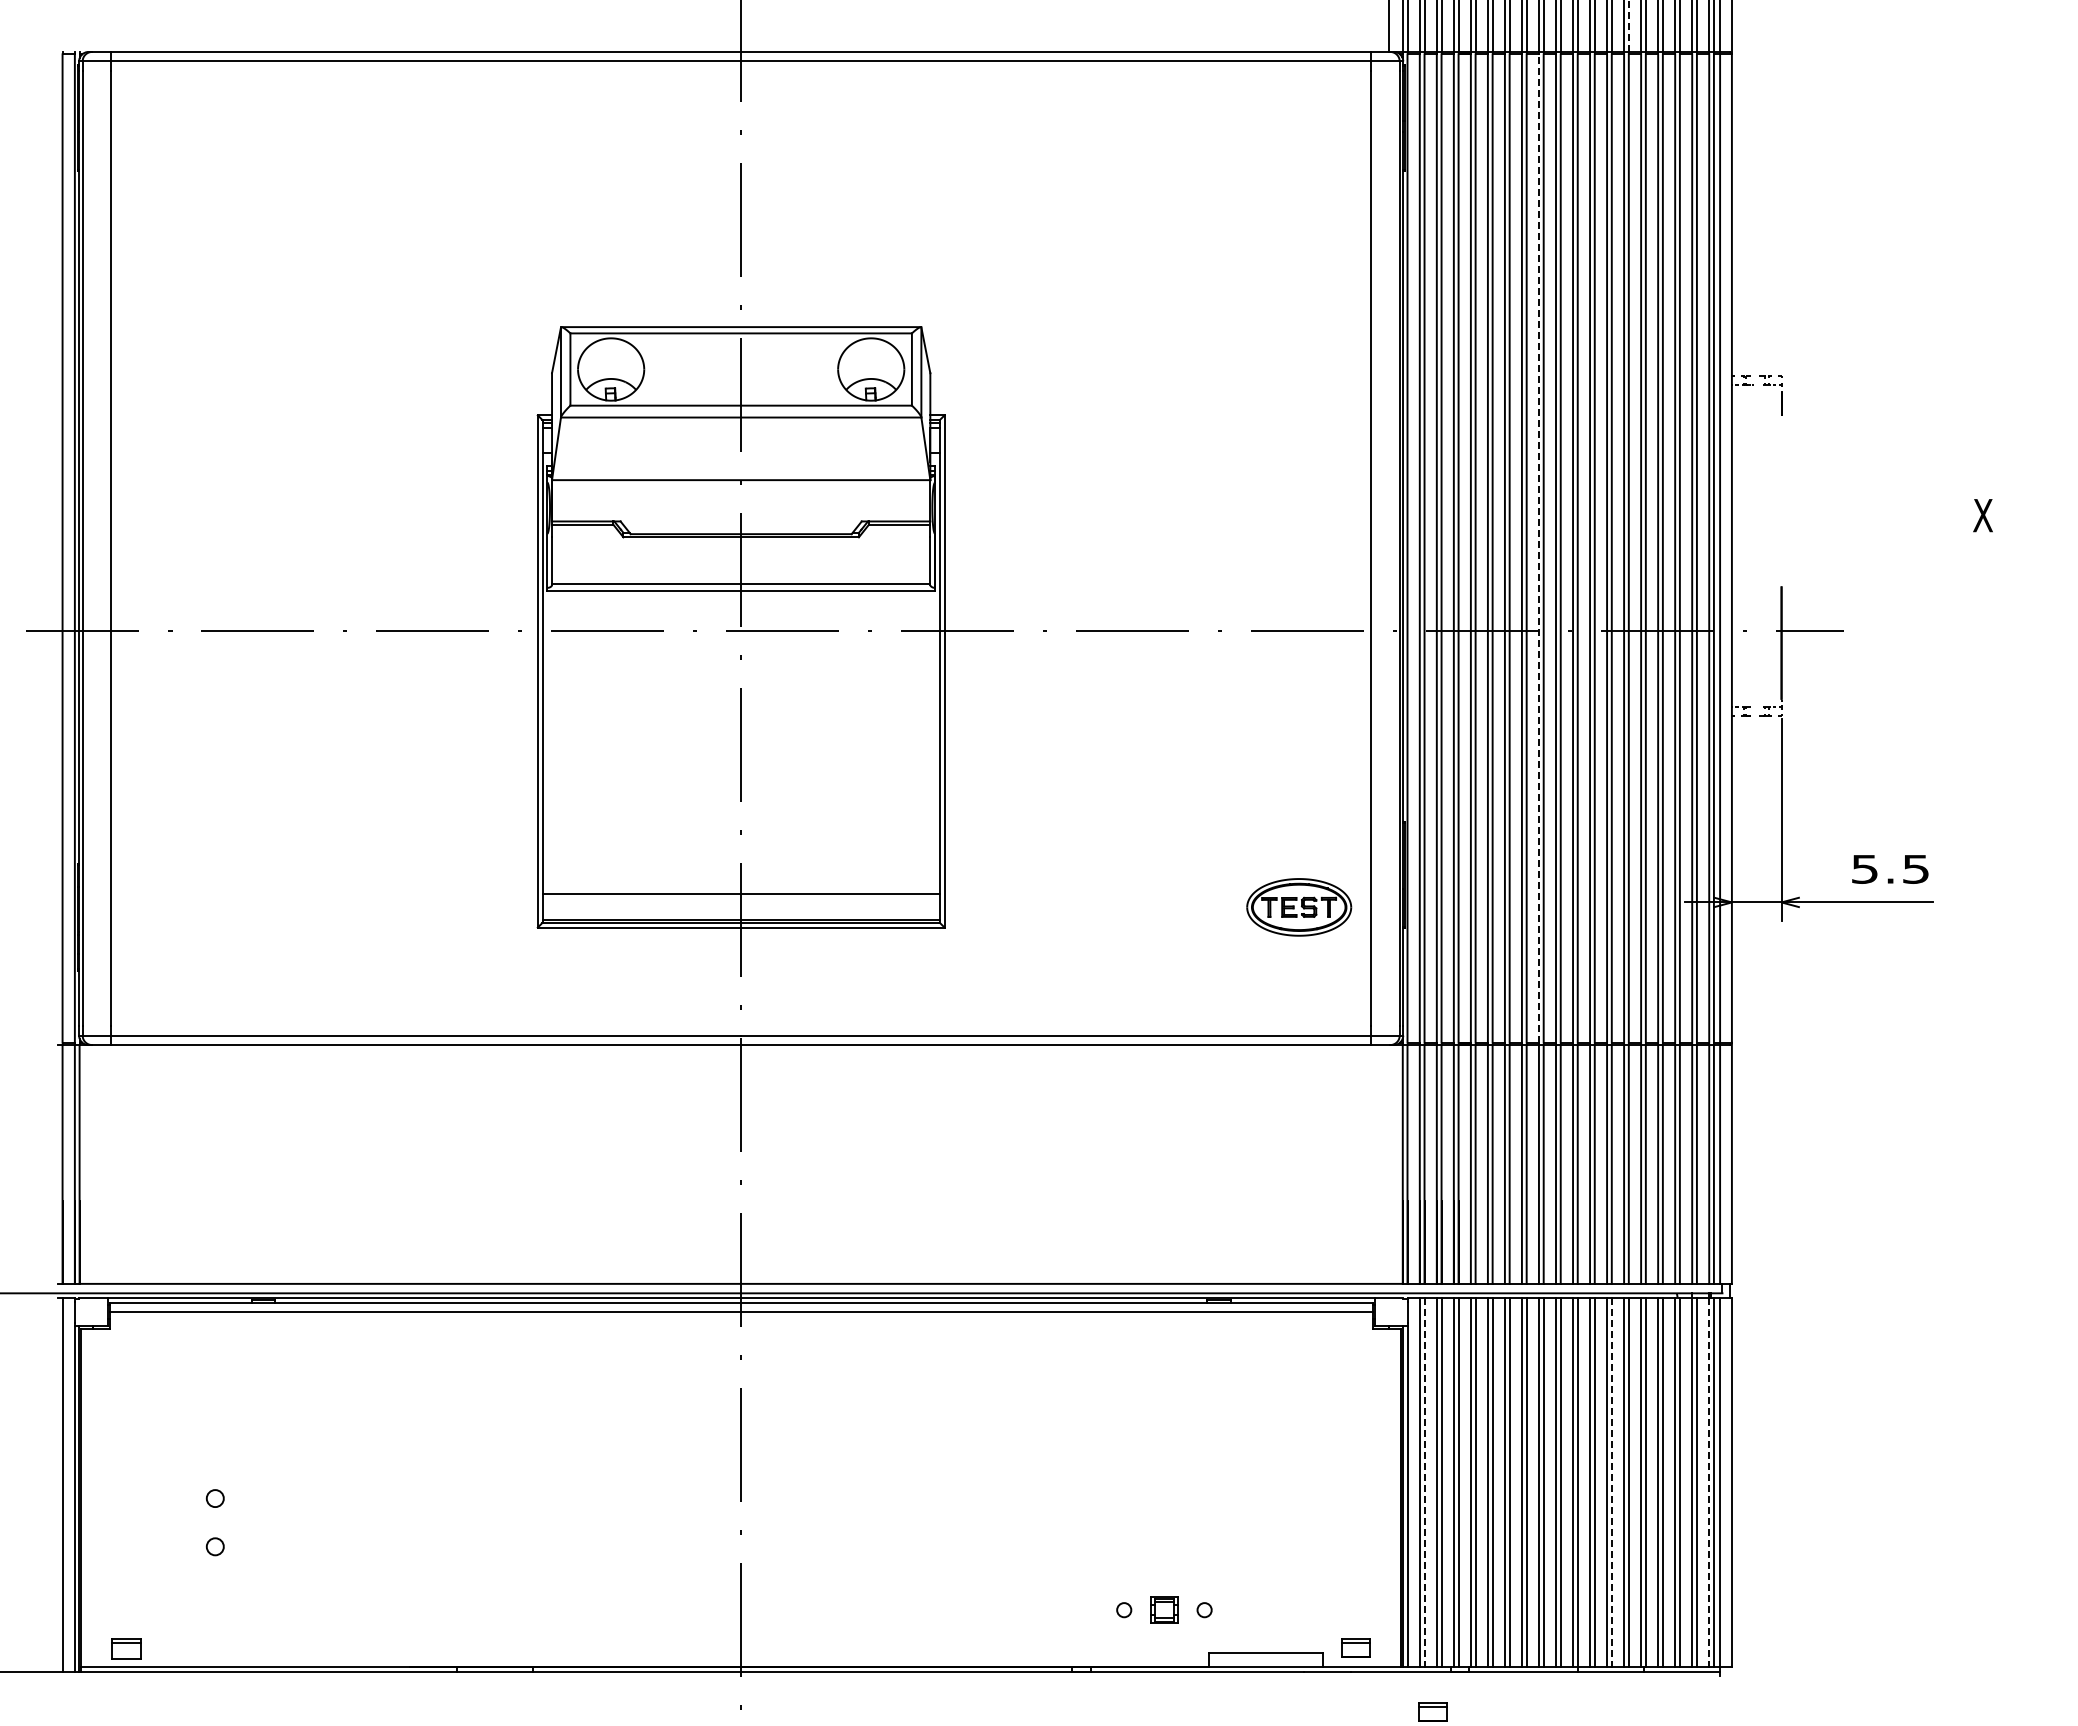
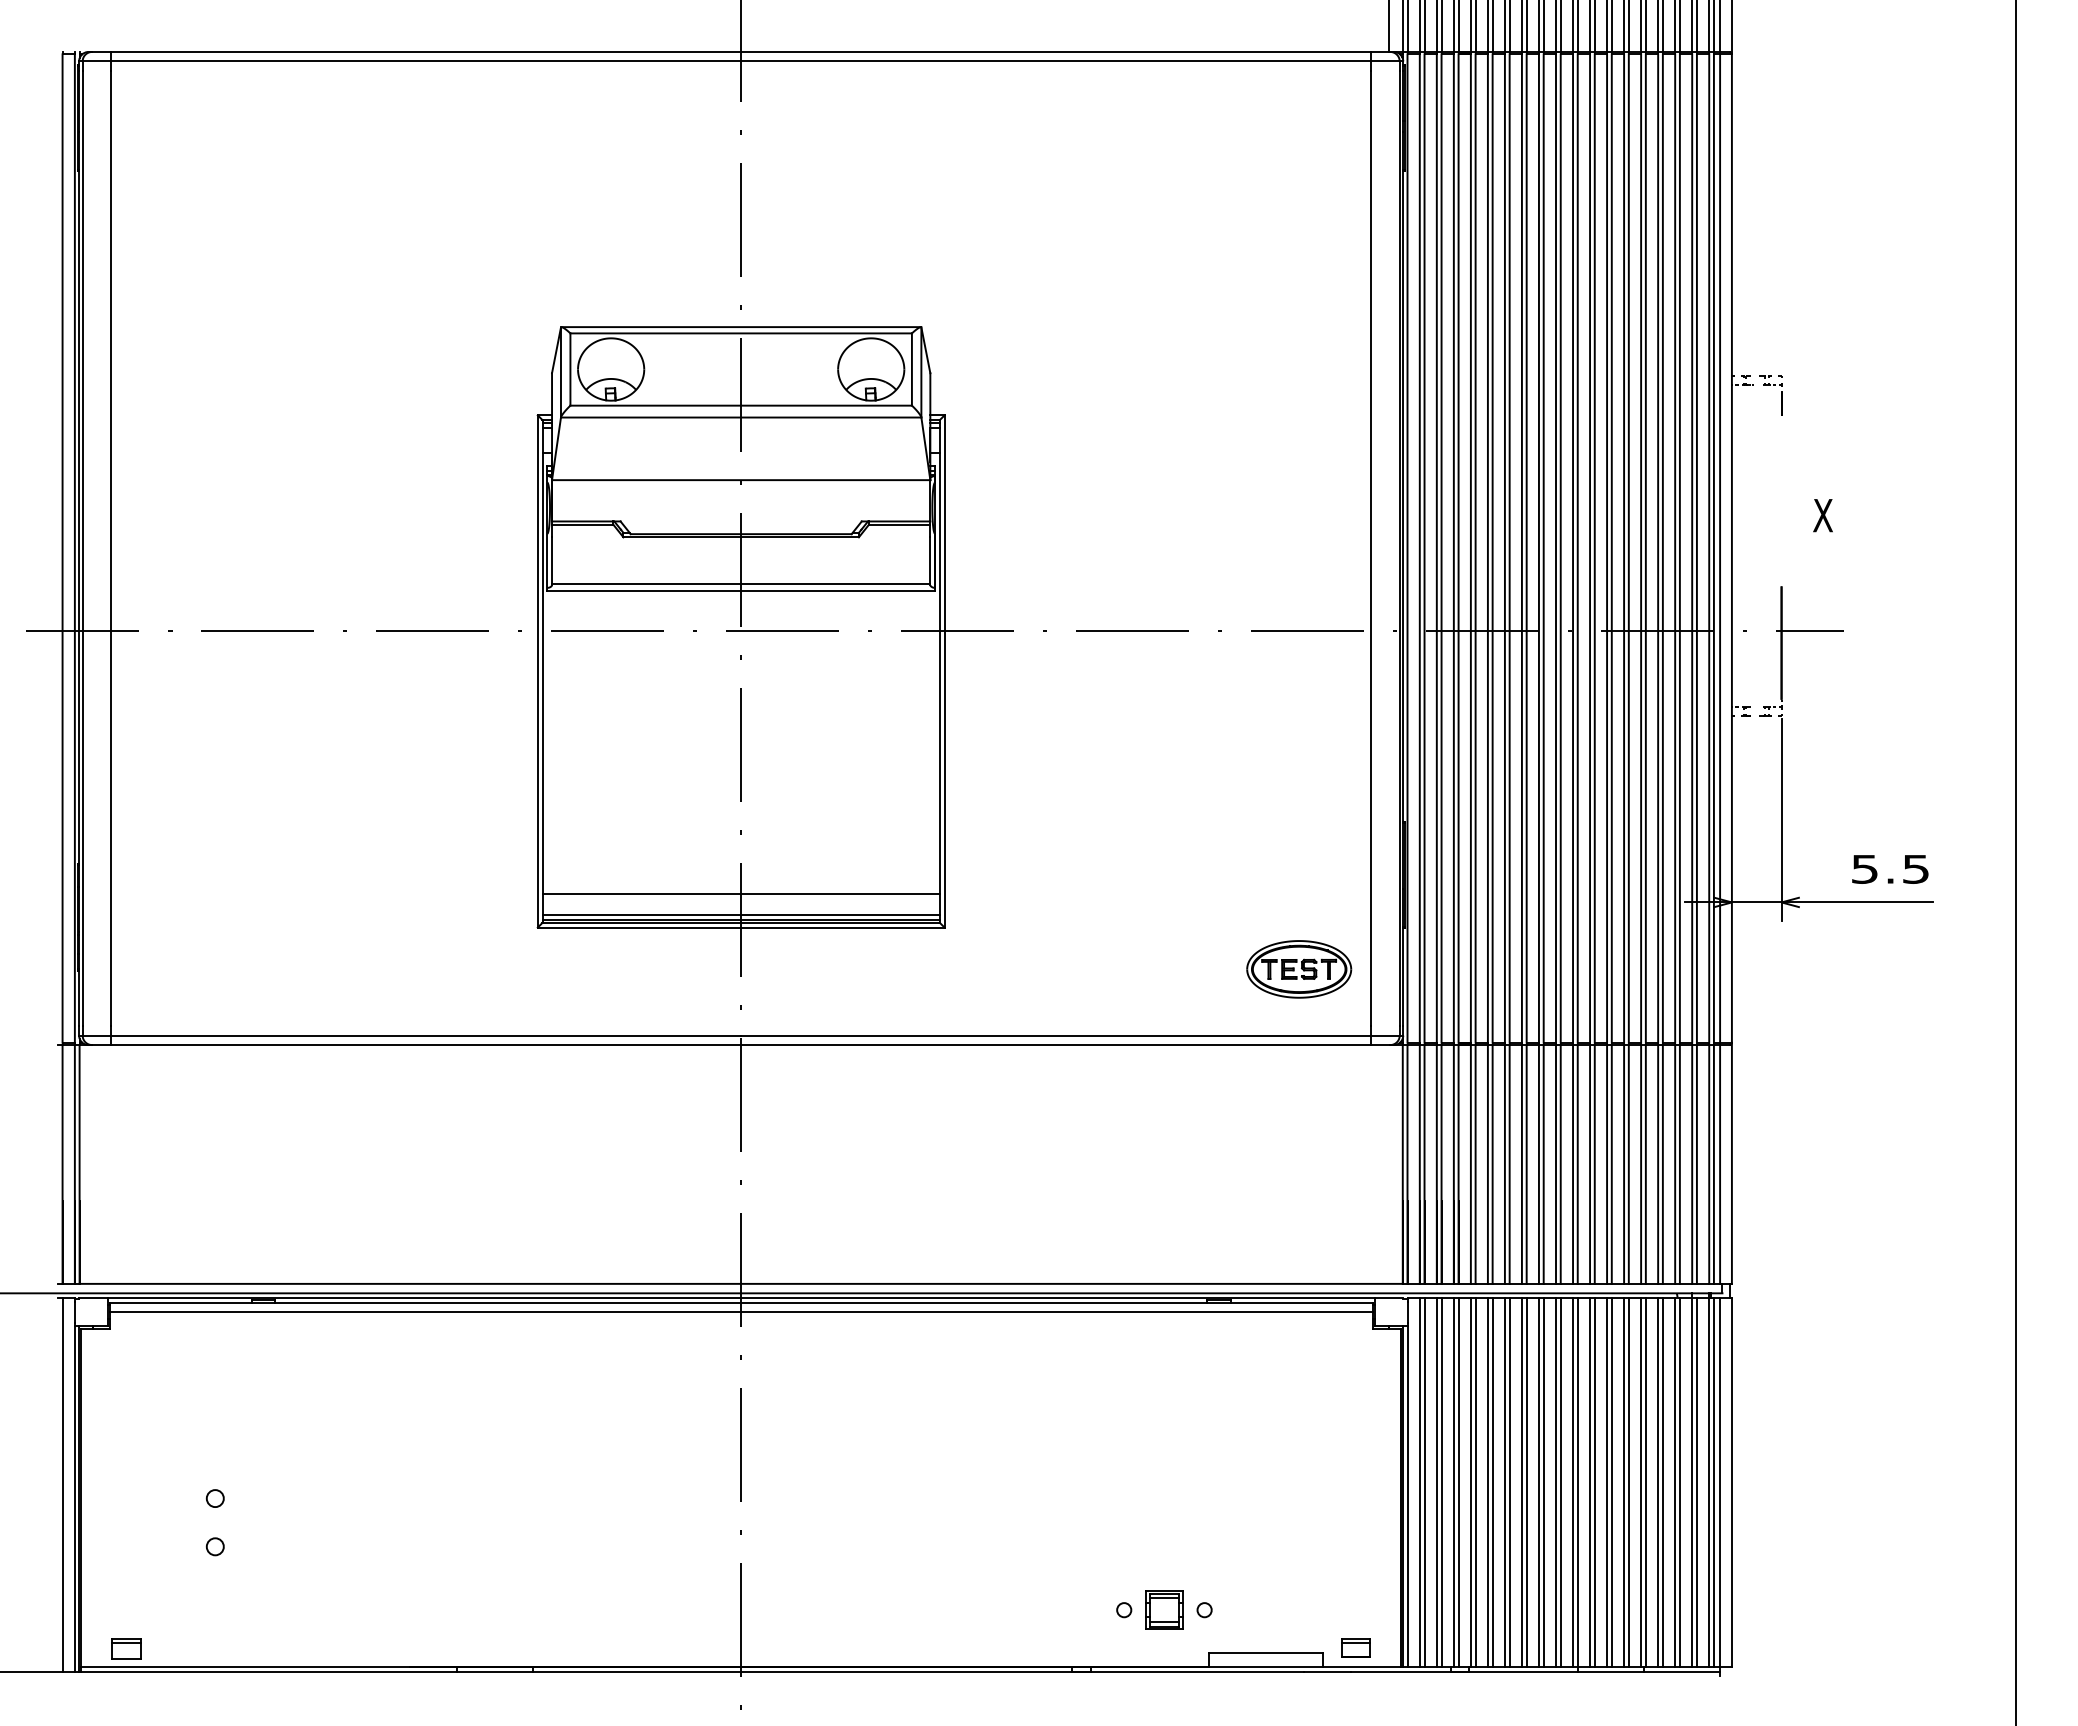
line at (1628, 25): dashed -> solid
text at (1982, 515) position: (1982, 515) -> (1822, 515)
line at (1538, 548): dashed -> solid
line at (2015, 862): none -> present
part at (1299, 907) position: (1299, 907) -> (1299, 969)
line at (740, 915): none -> present
line at (1424, 1483): dashed -> solid
line at (1611, 1483): dashed -> solid
line at (1709, 1483): dashed -> solid
part at (1164, 1609) size: 29x28 px -> 39x40 px
part at (1432, 1711): present -> none
